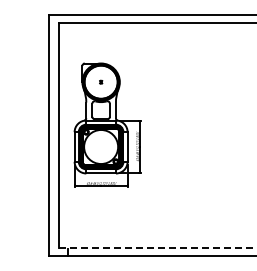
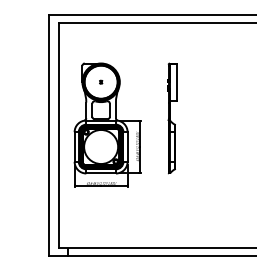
part at (172, 118): none -> present
line at (157, 247): dashed -> solid
